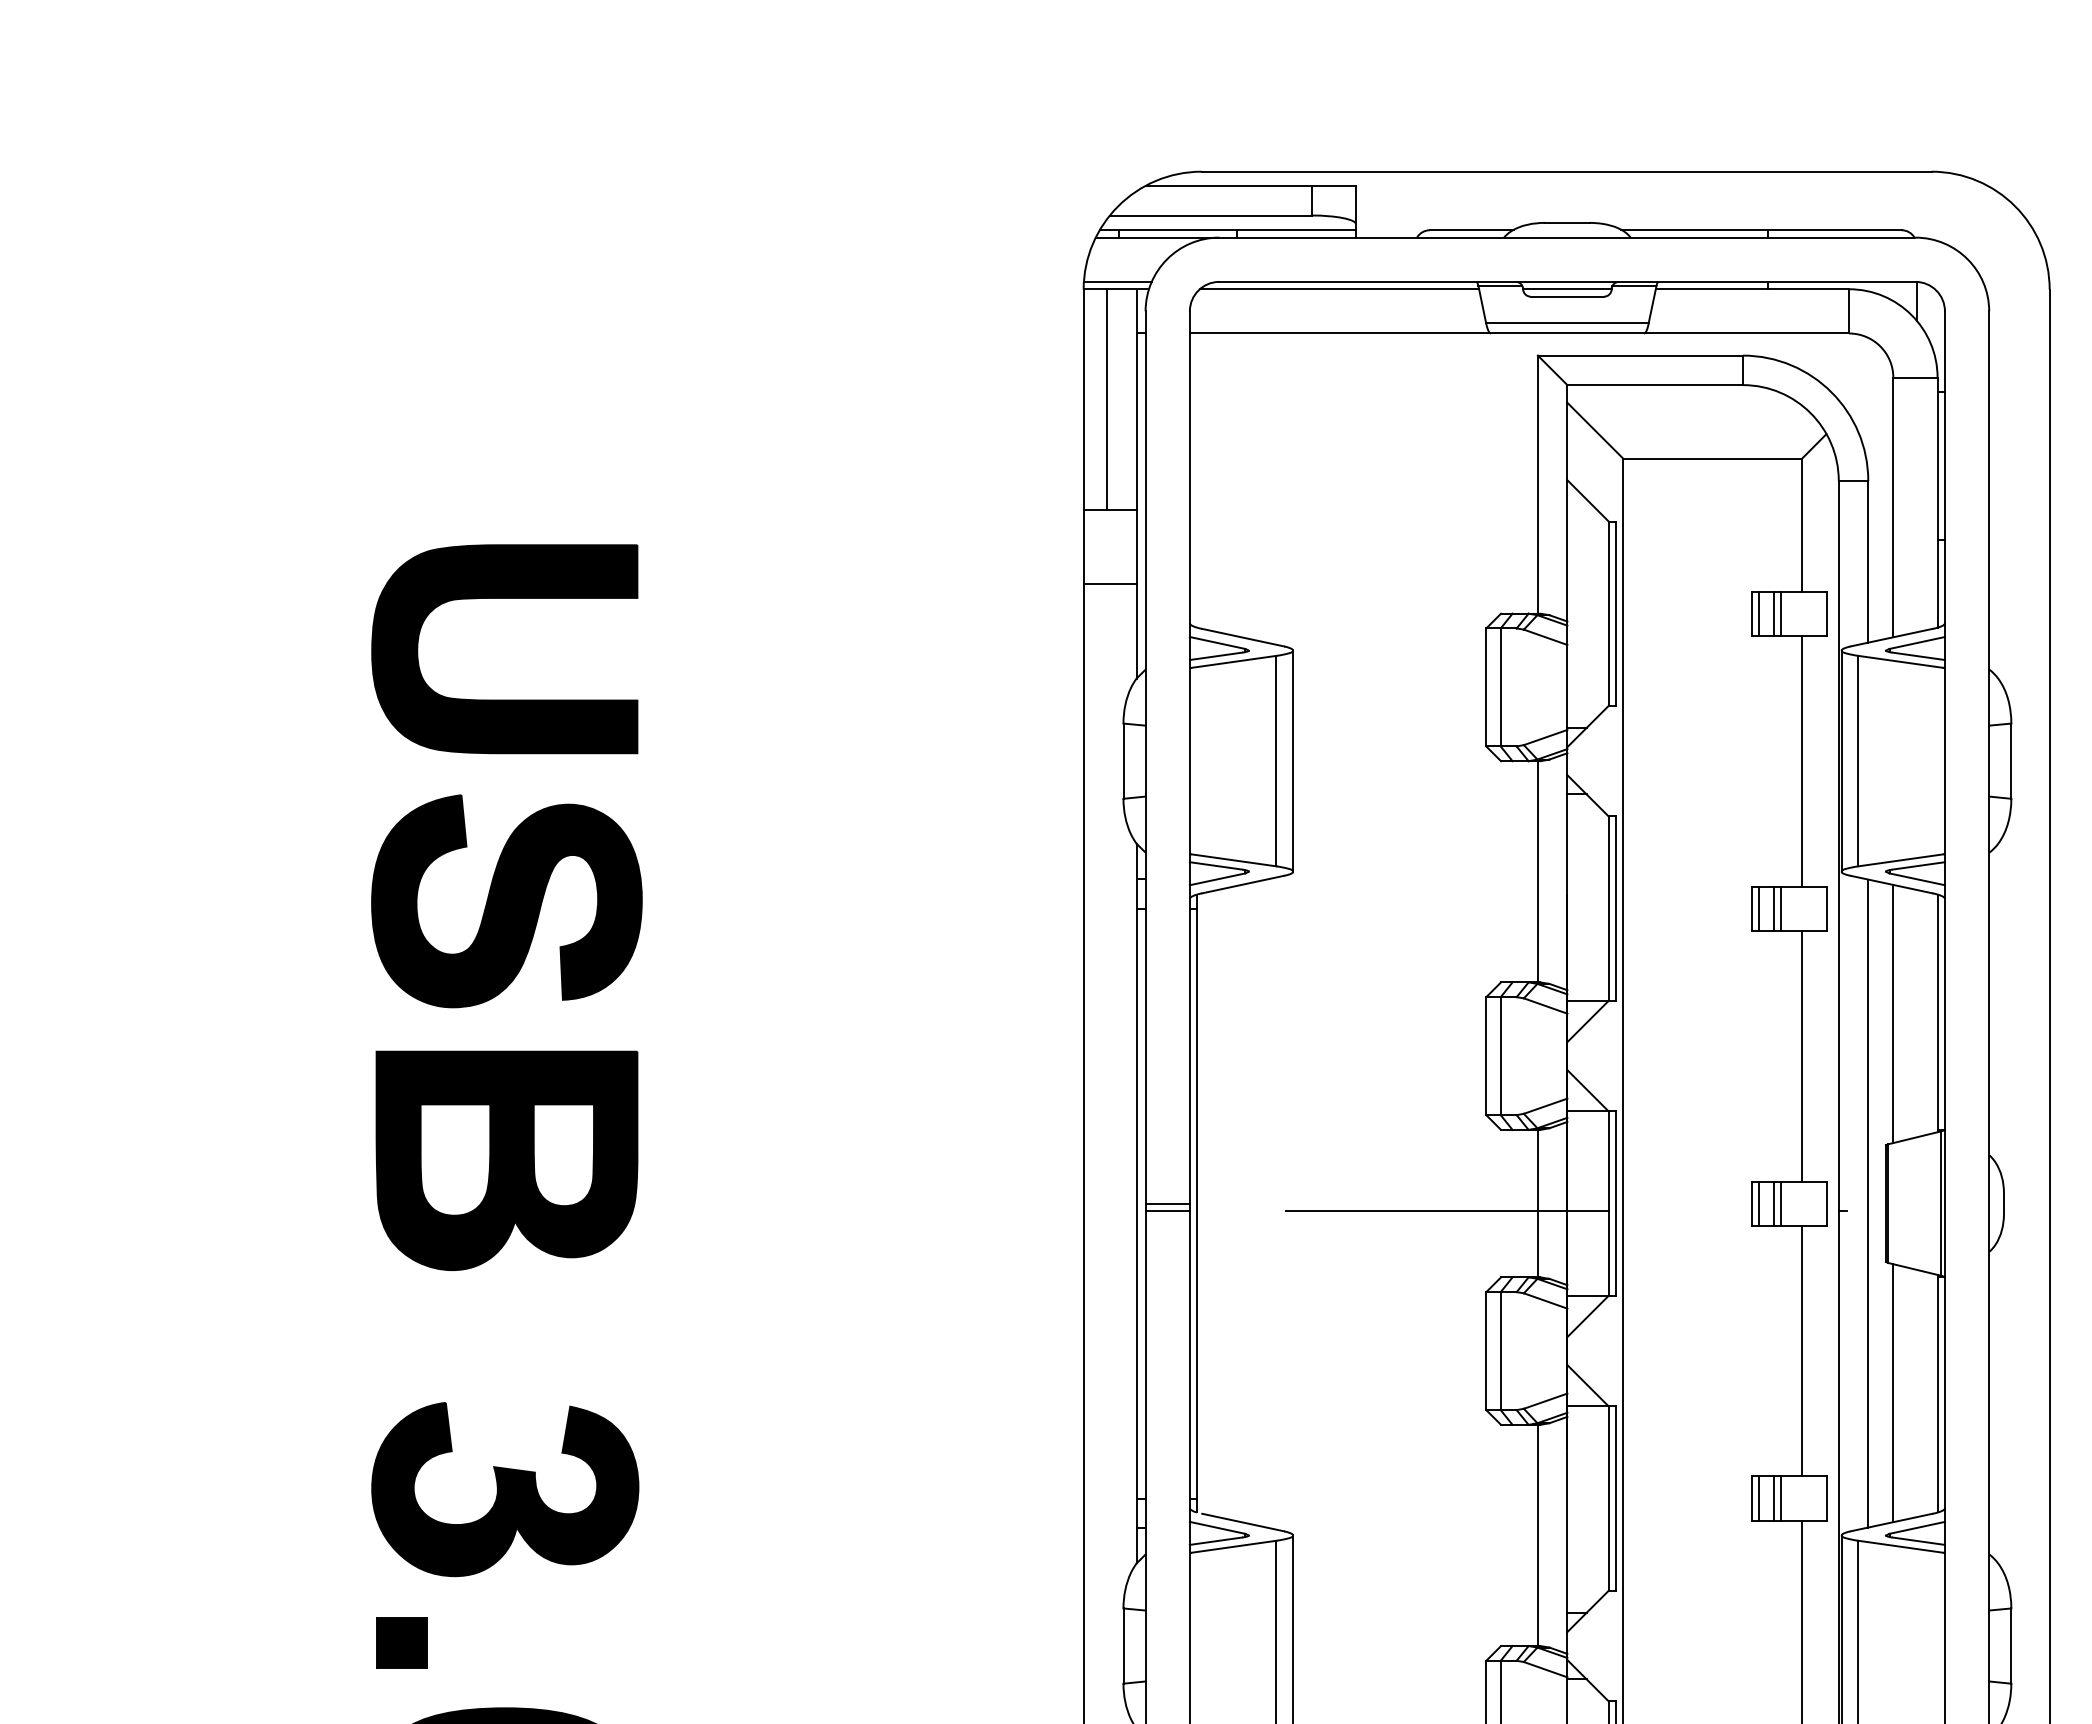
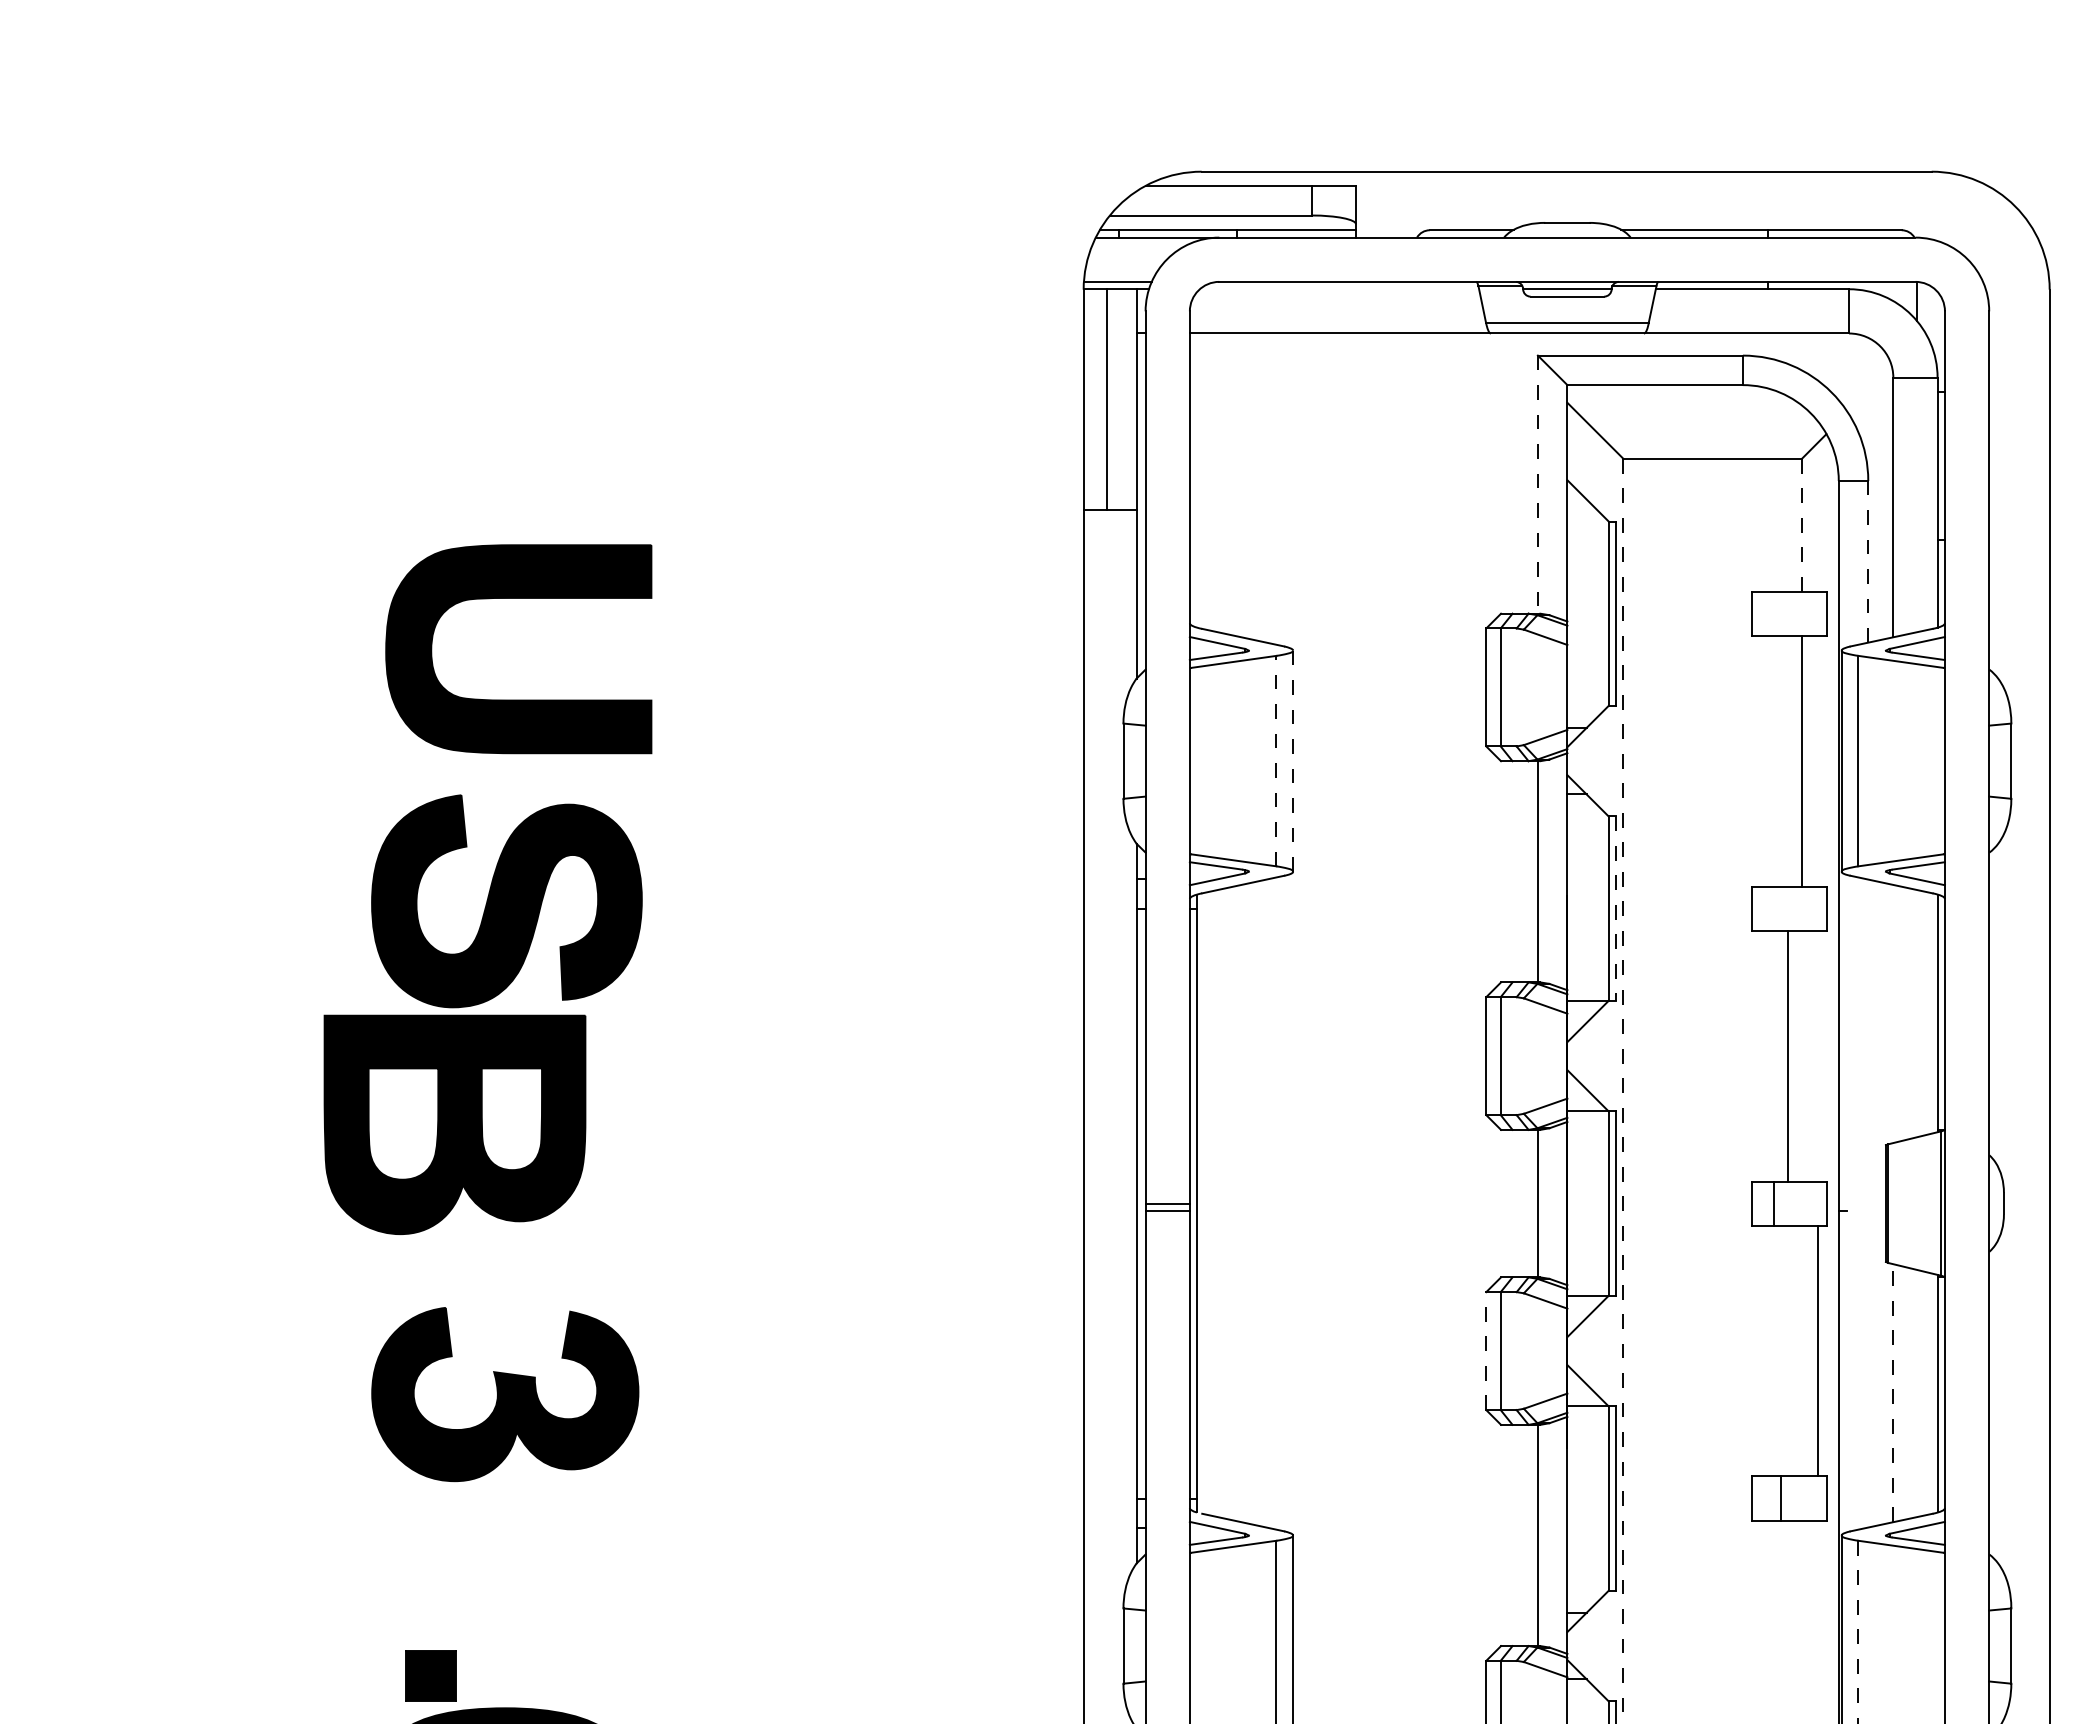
line at (1339, 289): present -> none
line at (1537, 485): solid -> dashed
line at (1801, 525): solid -> dashed
line at (1868, 561): solid -> dashed
line at (1109, 584): present -> none
line at (1759, 613): present -> none
line at (1773, 613): present -> none
line at (1781, 613): present -> none
part at (504, 699) position: (504, 699) -> (518, 699)
line at (1276, 760): solid -> dashed
line at (1293, 761): solid -> dashed
line at (1759, 908): present -> none
line at (1773, 908): present -> none
line at (1781, 908): present -> none
line at (1616, 909): solid -> dashed
line at (1893, 1013): present -> none
line at (1801, 1055) position: (1801, 1055) -> (1787, 1055)
line at (1623, 1091): solid -> dashed
part at (506, 1160) position: (506, 1160) -> (454, 1124)
line at (1759, 1203): present -> none
line at (1781, 1203): present -> none
line at (1868, 1203): present -> none
line at (1447, 1211): present -> none
line at (1801, 1350) position: (1801, 1350) -> (1817, 1350)
line at (1486, 1351): solid -> dashed
line at (1893, 1393): solid -> dashed
part at (505, 1489) position: (505, 1489) -> (505, 1394)
line at (1759, 1498): present -> none
line at (1773, 1498): present -> none
line at (1801, 1620): present -> none
line at (1858, 1632): solid -> dashed
part at (401, 1642) position: (401, 1642) -> (430, 1675)
